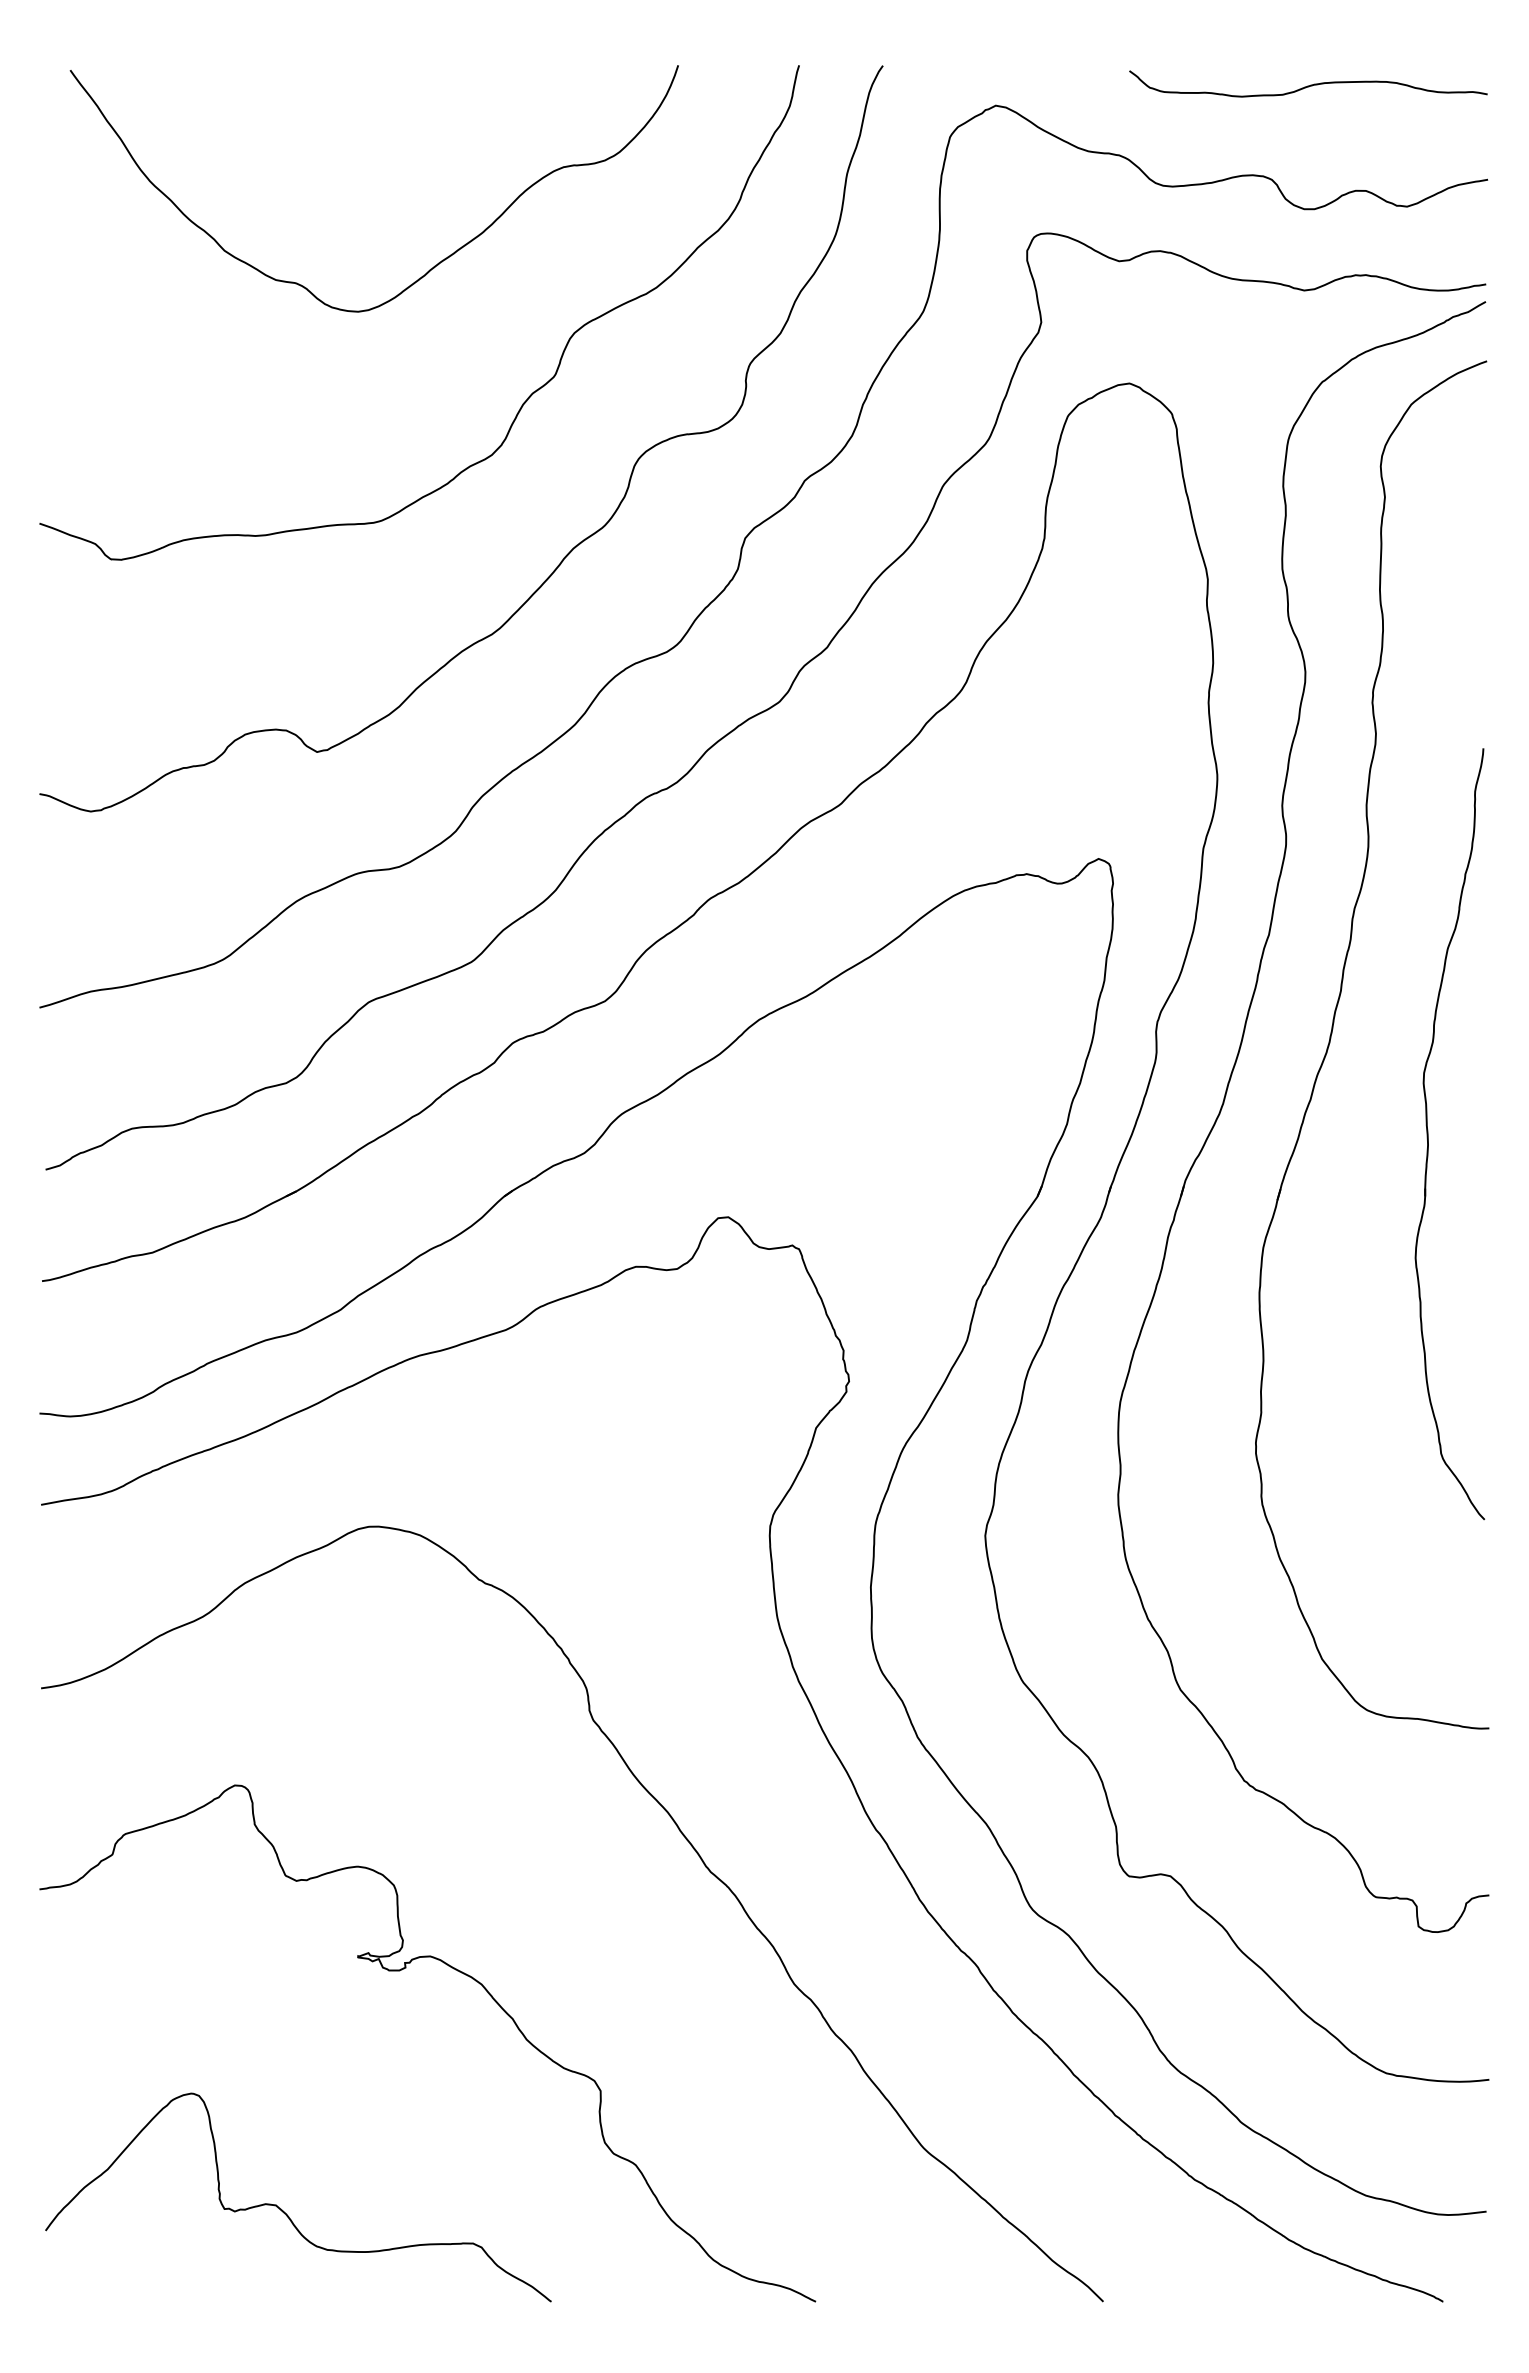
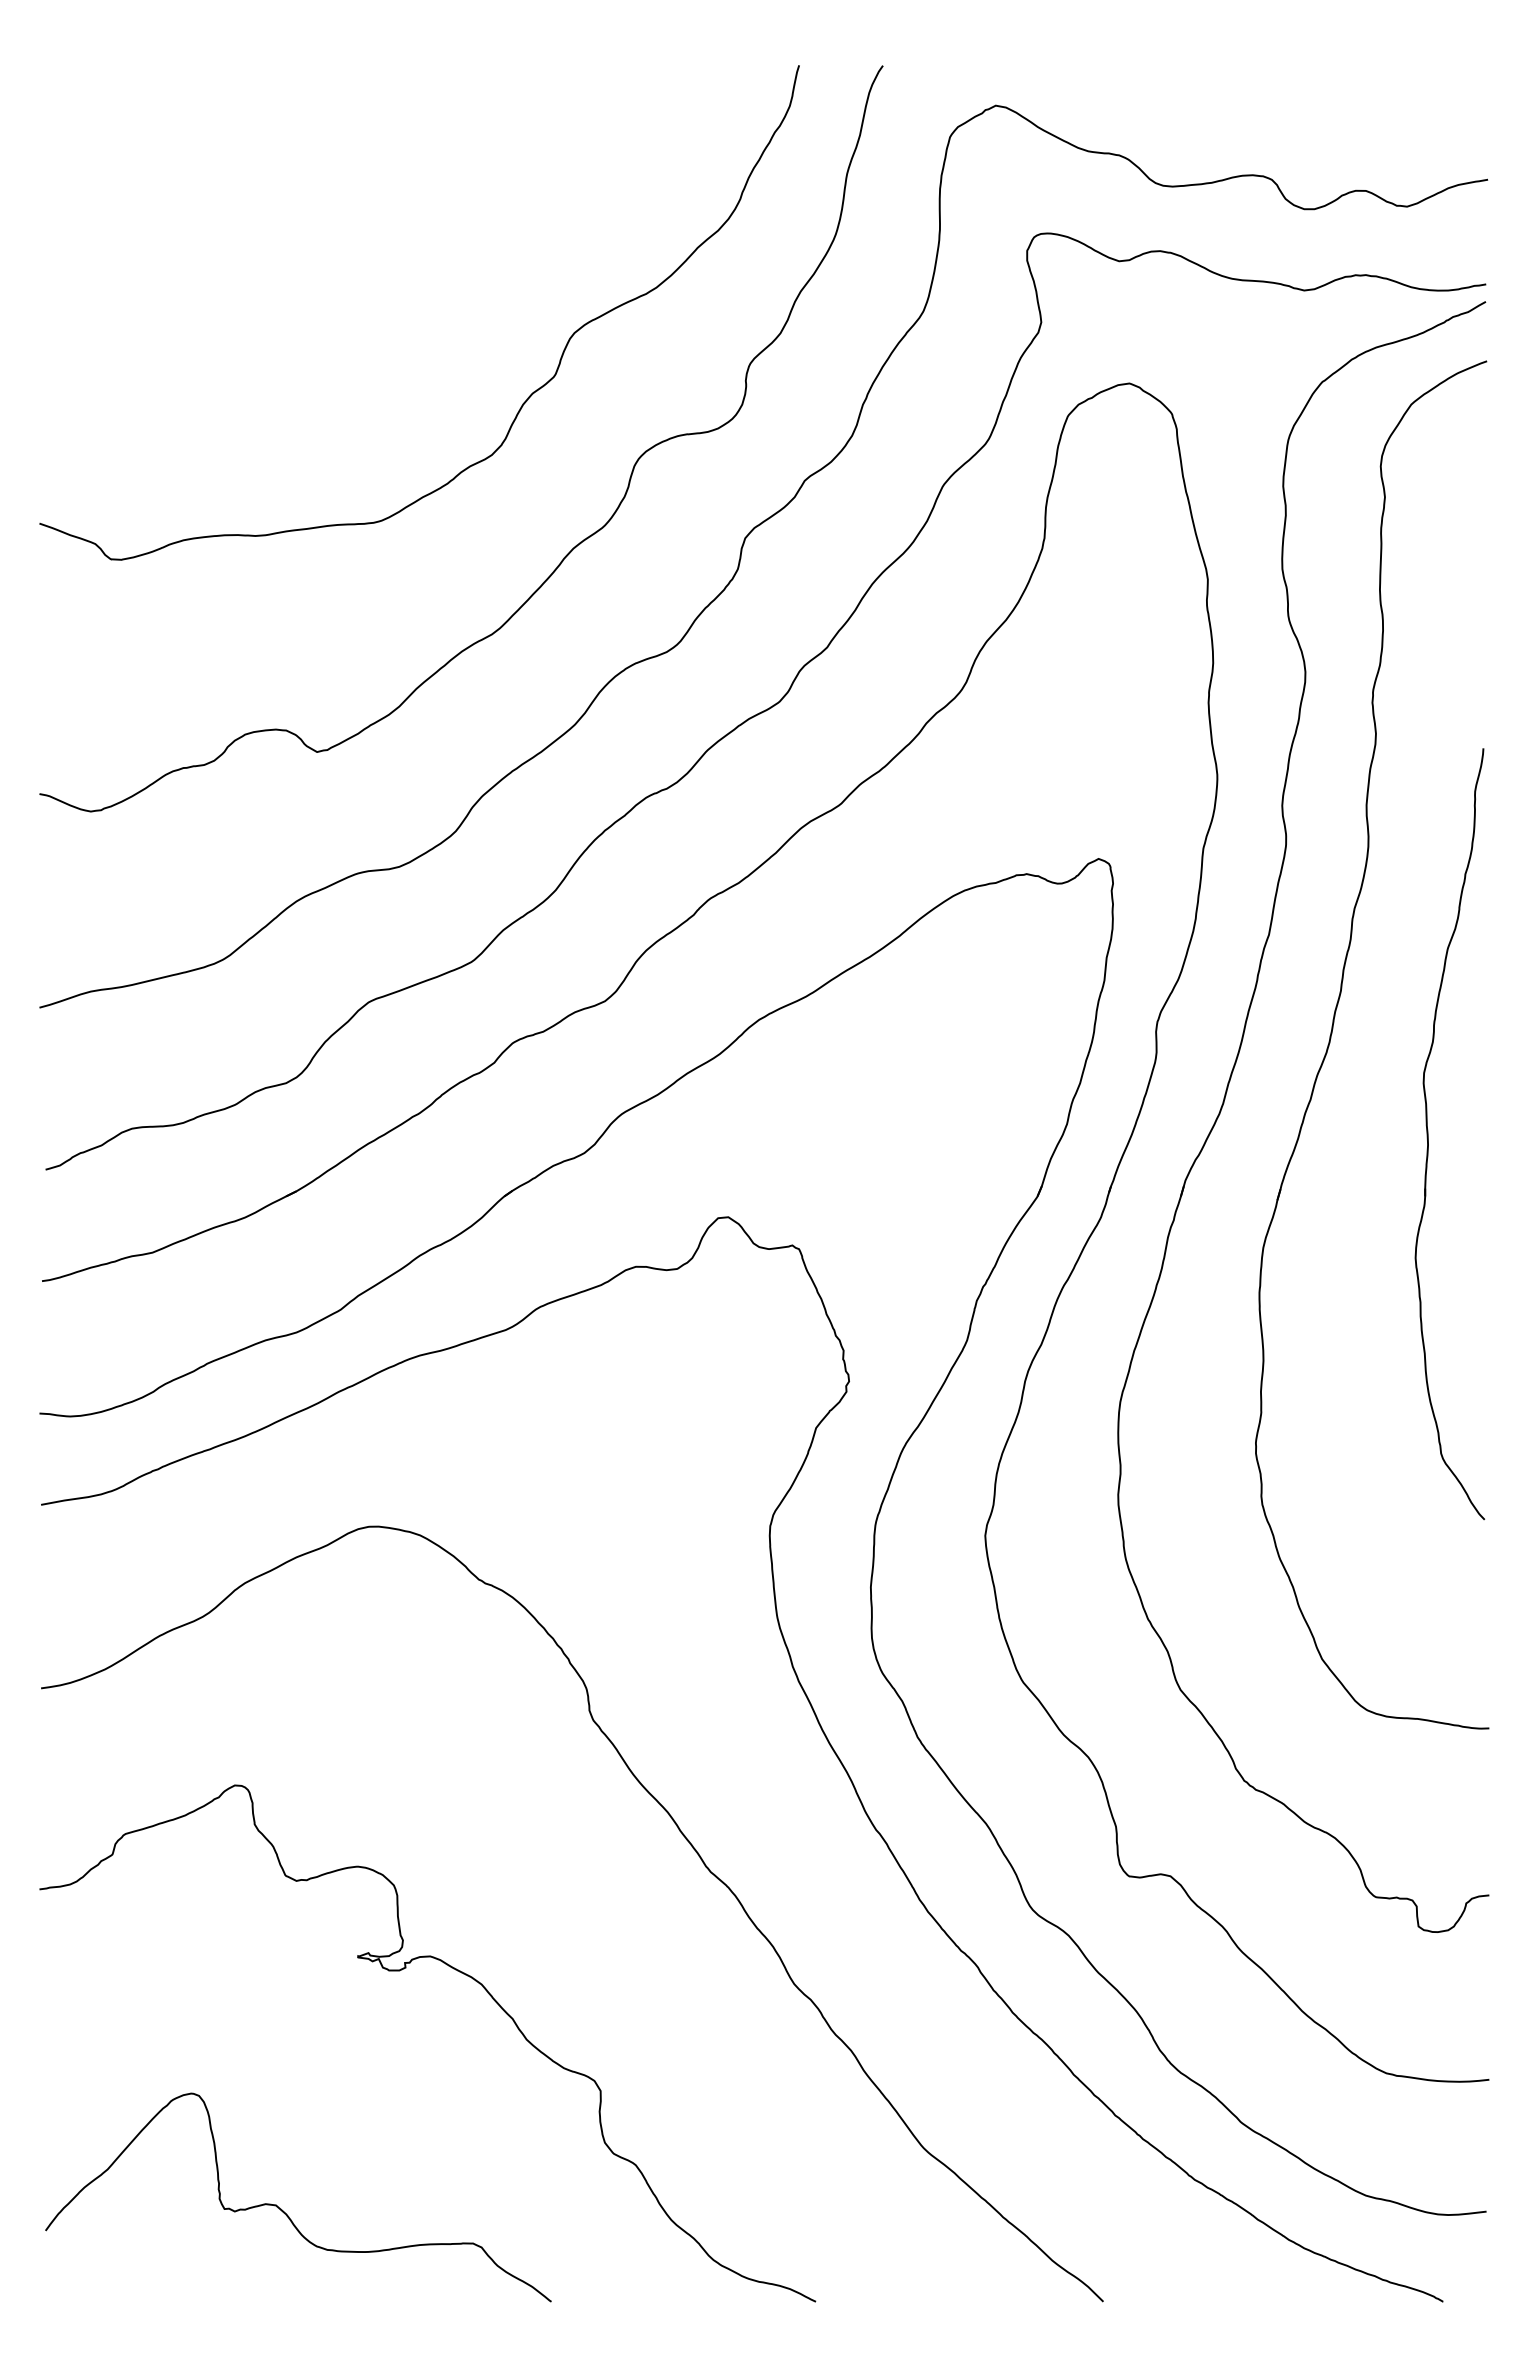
curve at (1308, 85): present -> none
curve at (430, 268): present -> none
